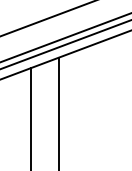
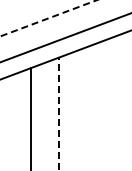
line at (48, 18): solid -> dashed
line at (65, 44): present -> none
line at (58, 113): solid -> dashed
